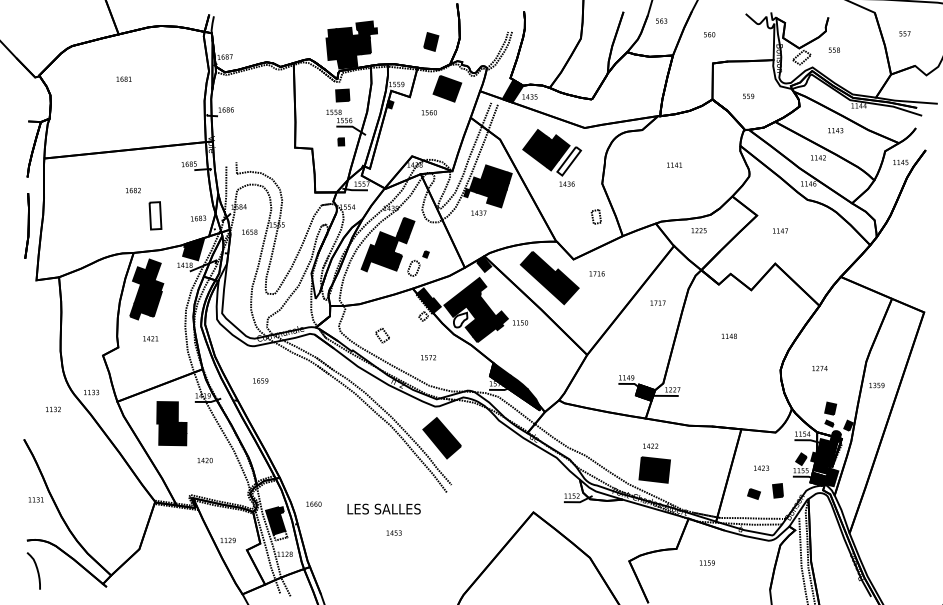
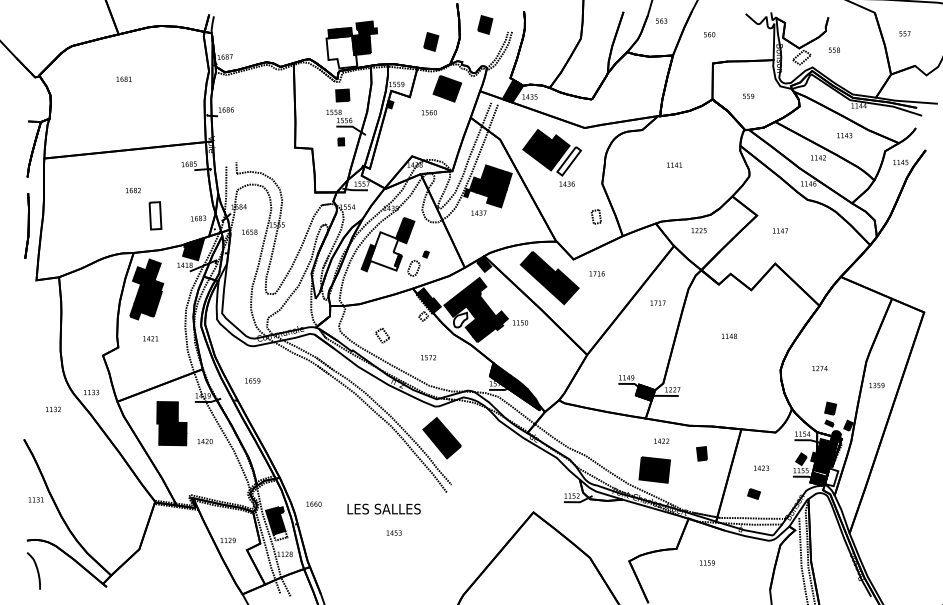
part at (485, 24): none -> present
fill at (341, 51): present -> none
text at (835, 130) position: (835, 130) -> (844, 135)
fill at (384, 251): present -> none
text at (260, 380) position: (260, 380) -> (252, 380)
text at (650, 445) position: (650, 445) -> (661, 440)
text at (204, 460) position: (204, 460) -> (204, 441)
fill at (831, 477): present -> none
part at (777, 490) position: (777, 490) -> (701, 453)
